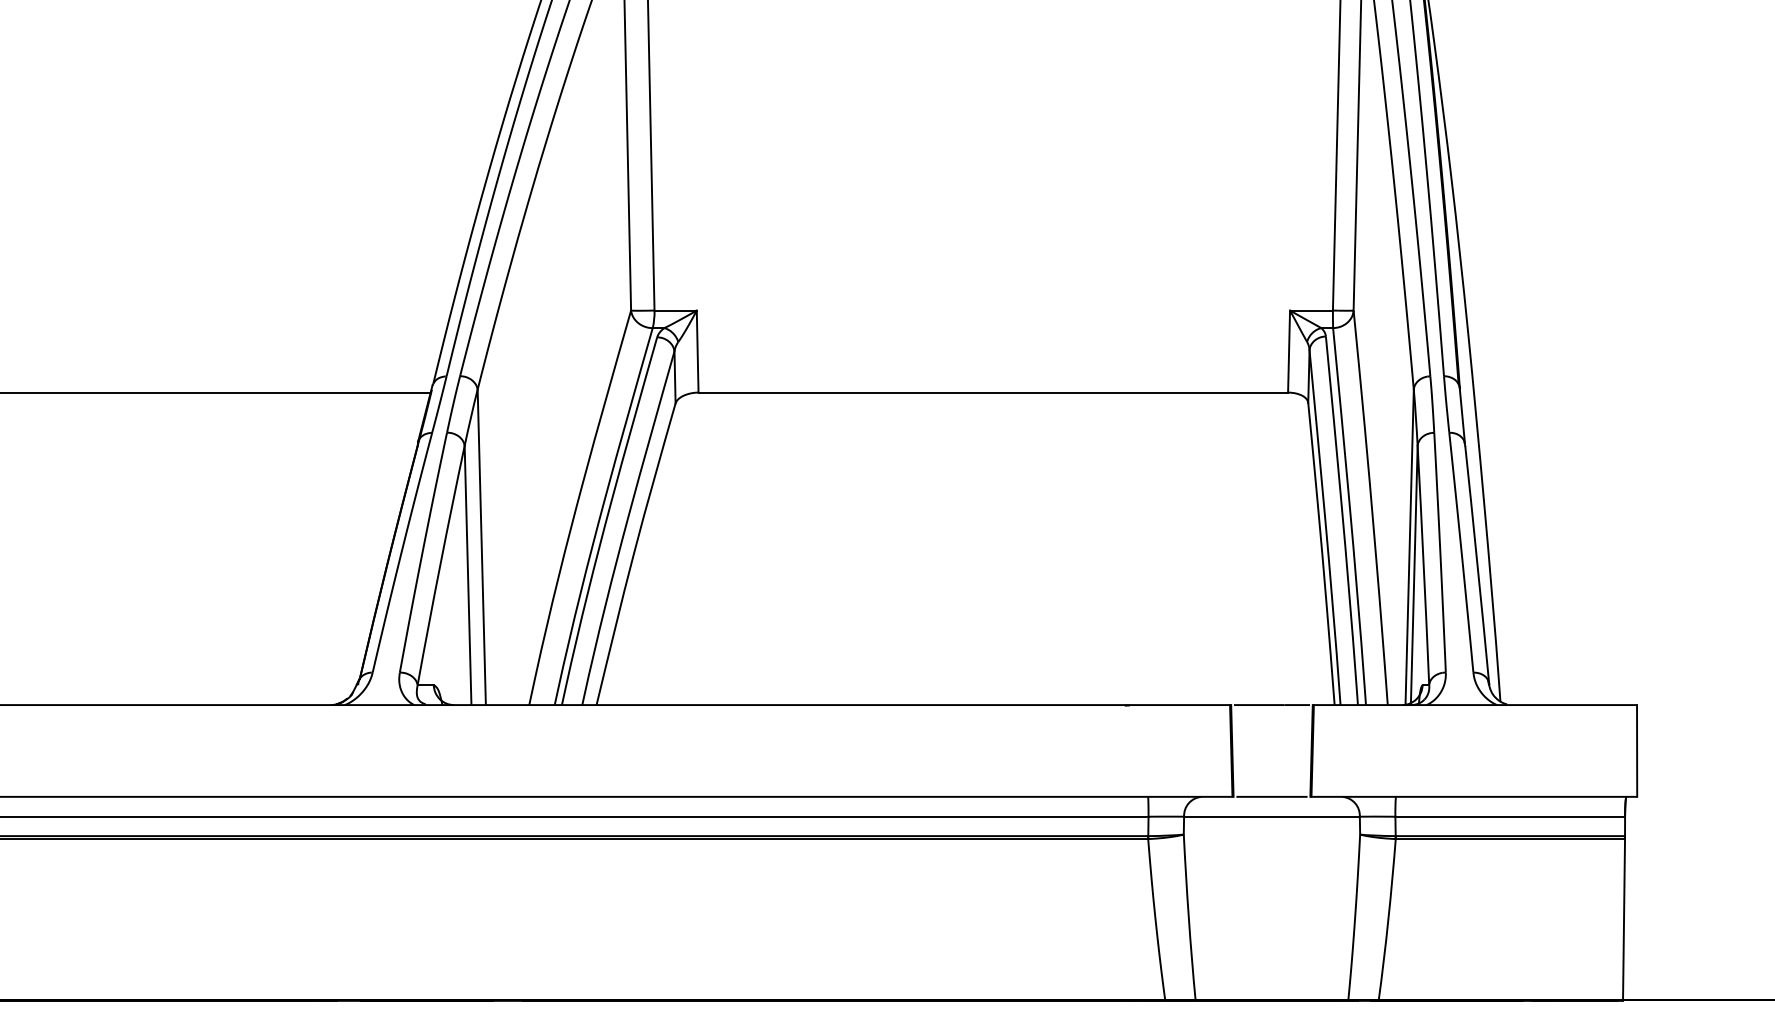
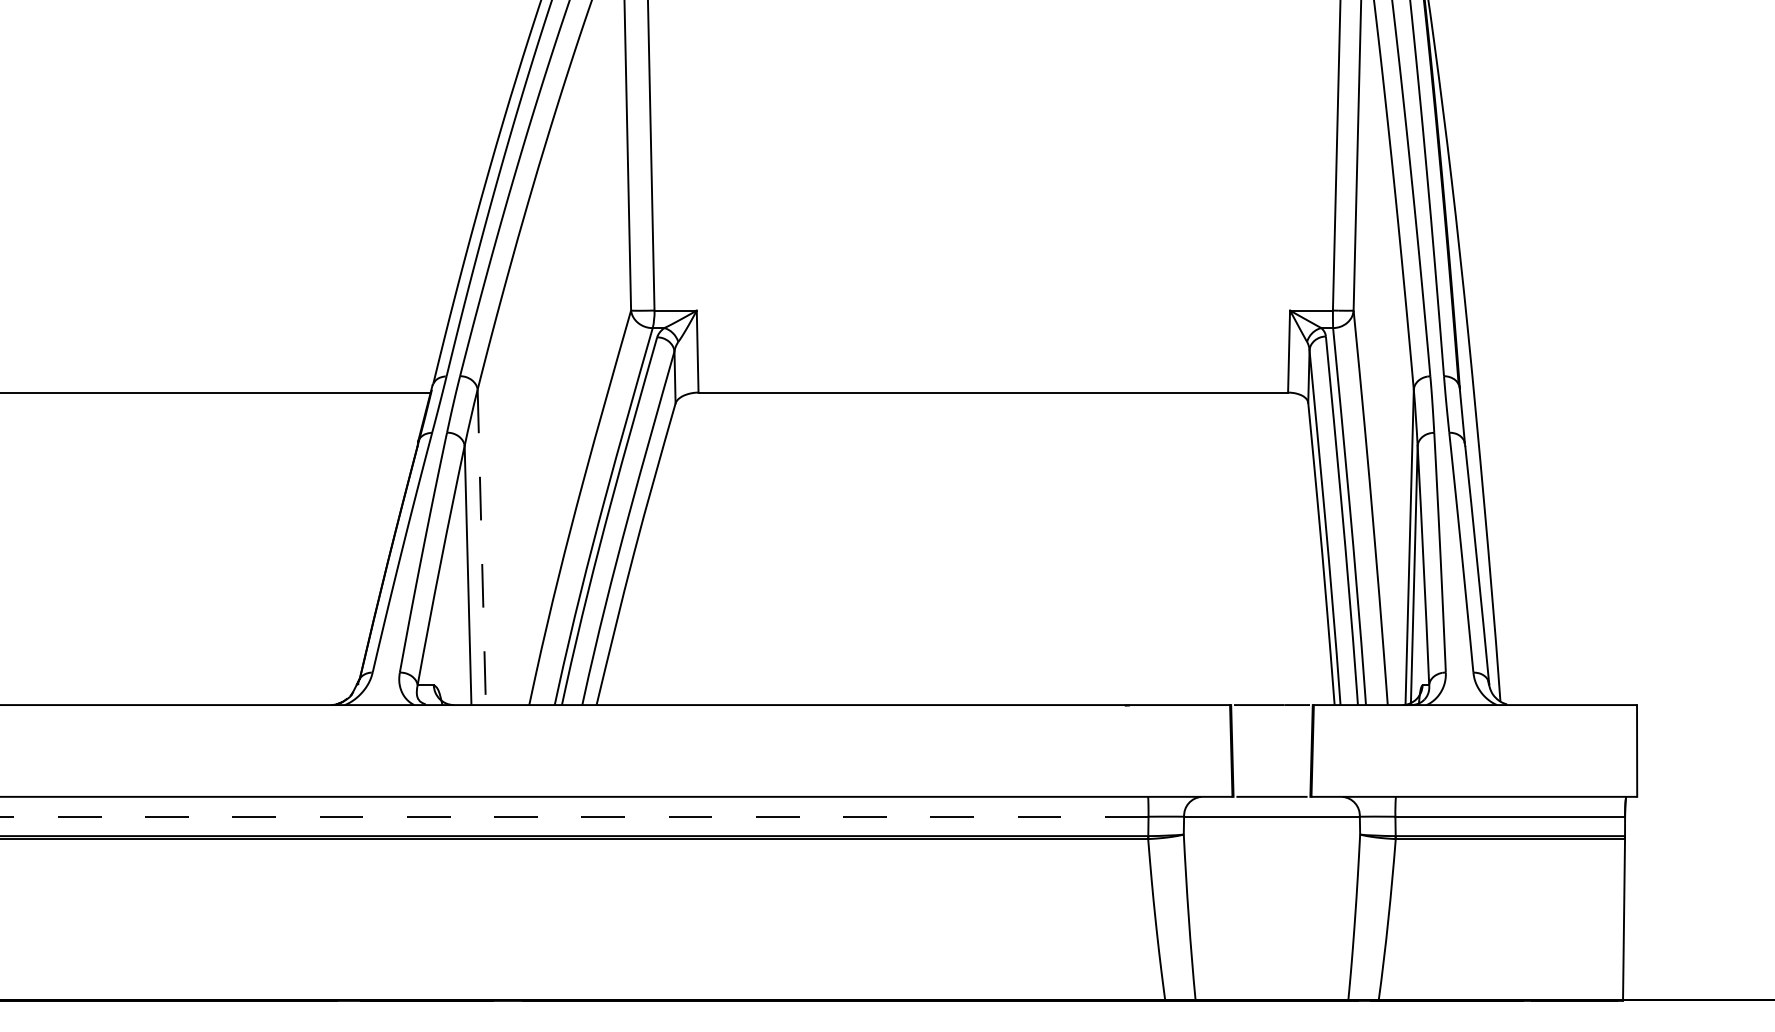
line at (481, 547): solid -> dashed
line at (574, 816): solid -> dashed
